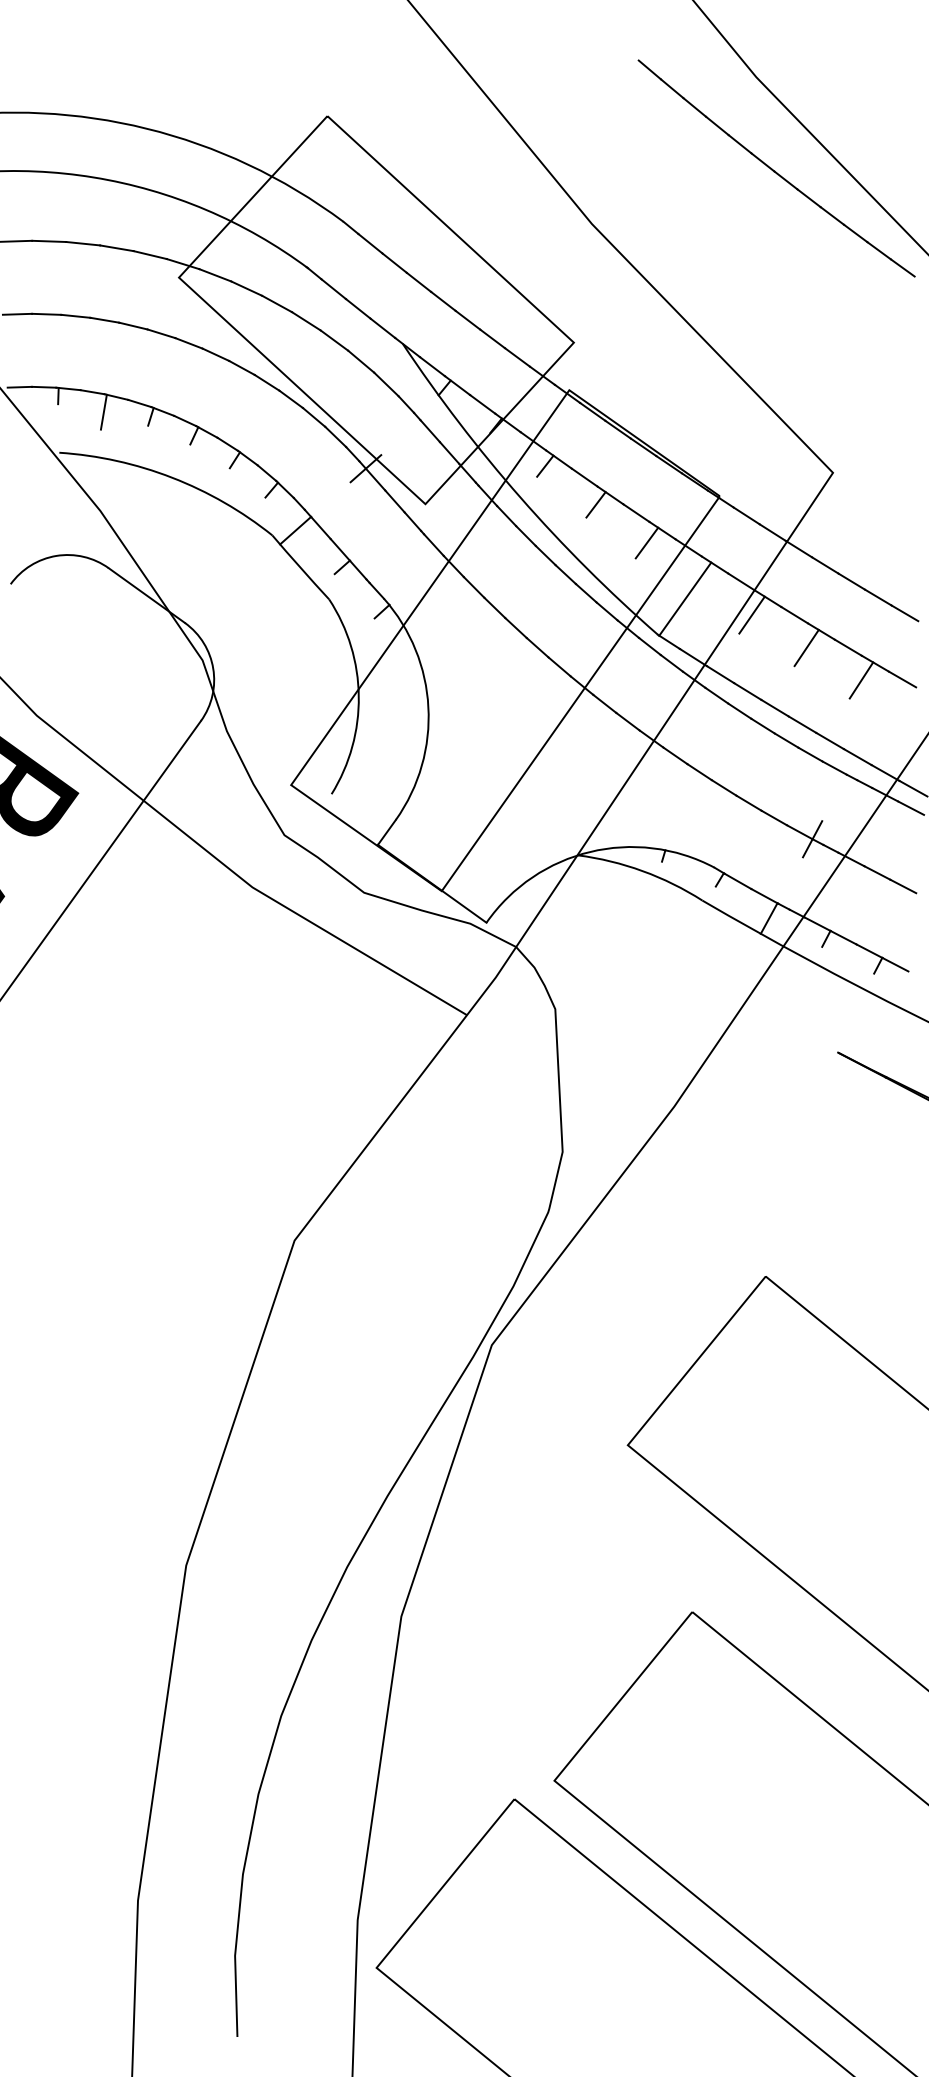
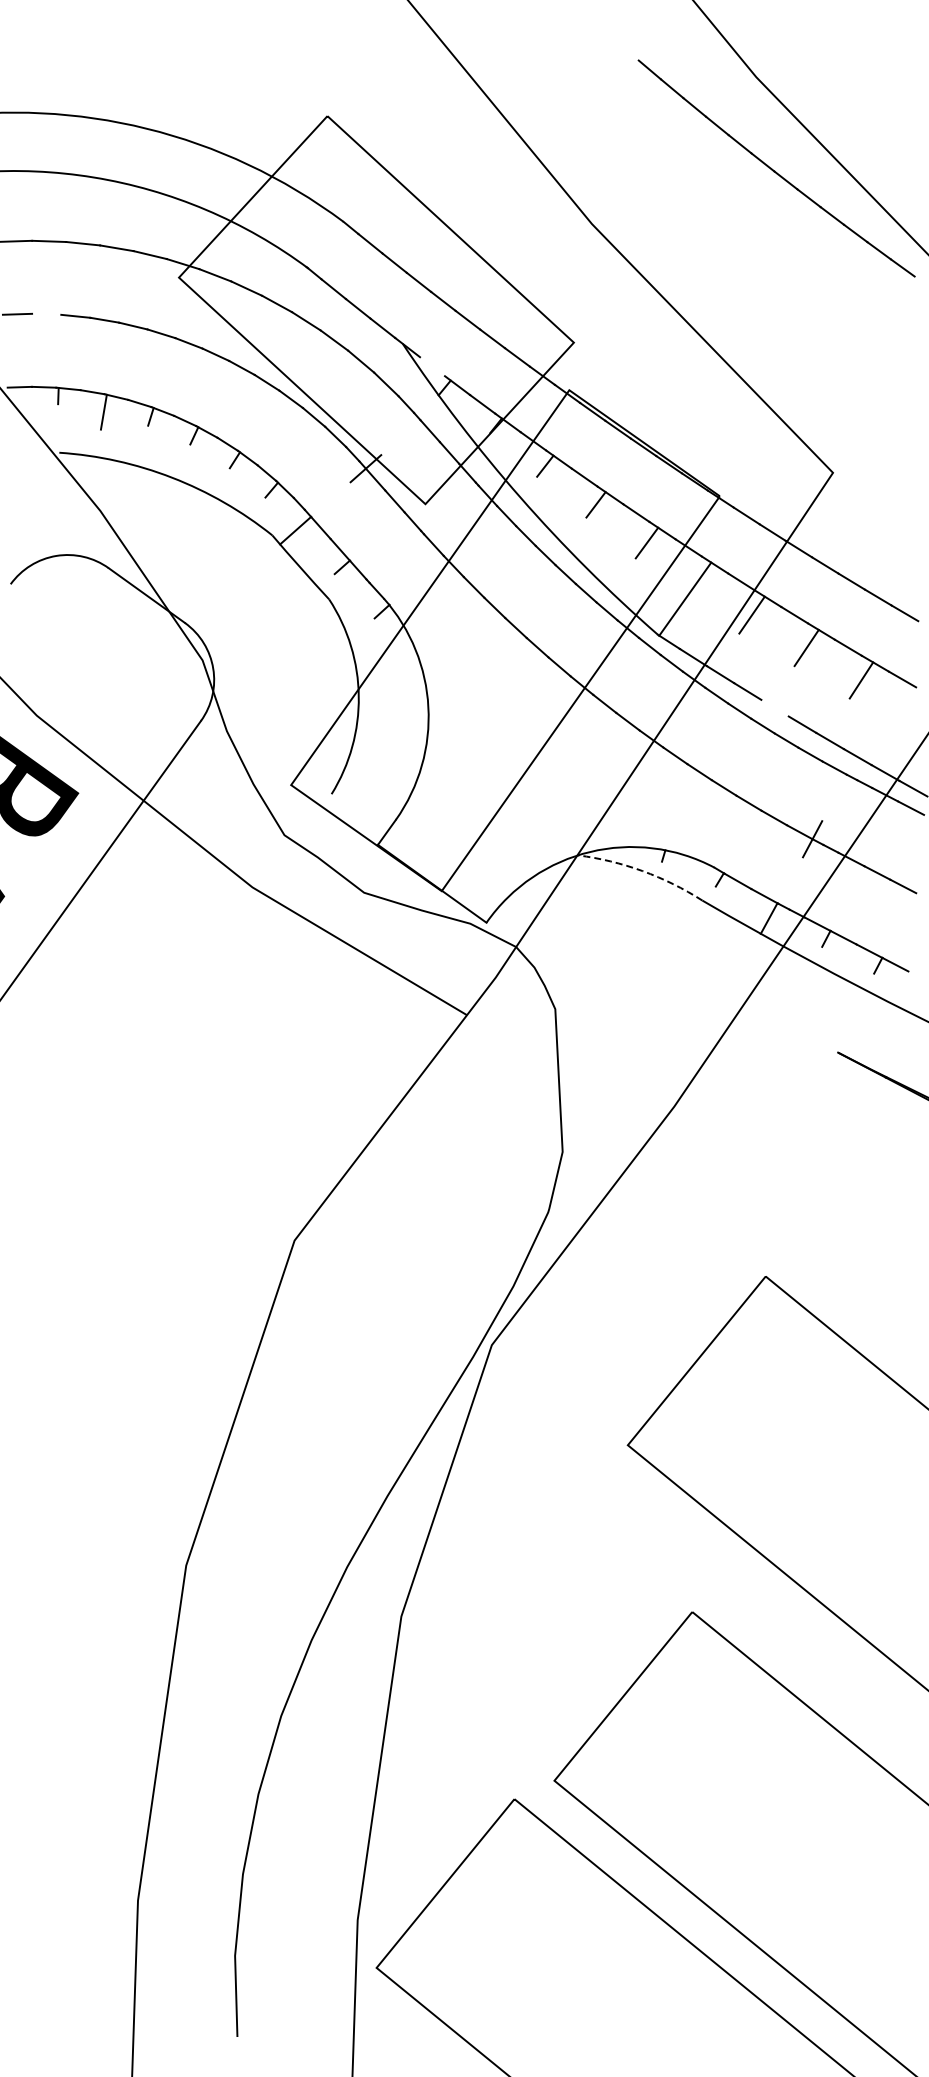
line at (46, 313): present -> none
line at (432, 366): present -> none
line at (774, 707): present -> none
arc at (642, 871): solid -> dashed
